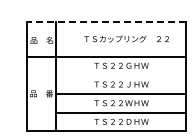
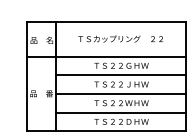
line at (105, 21): dashed -> solid
text at (126, 38) position: (126, 38) -> (120, 38)
line at (120, 75): none -> present
